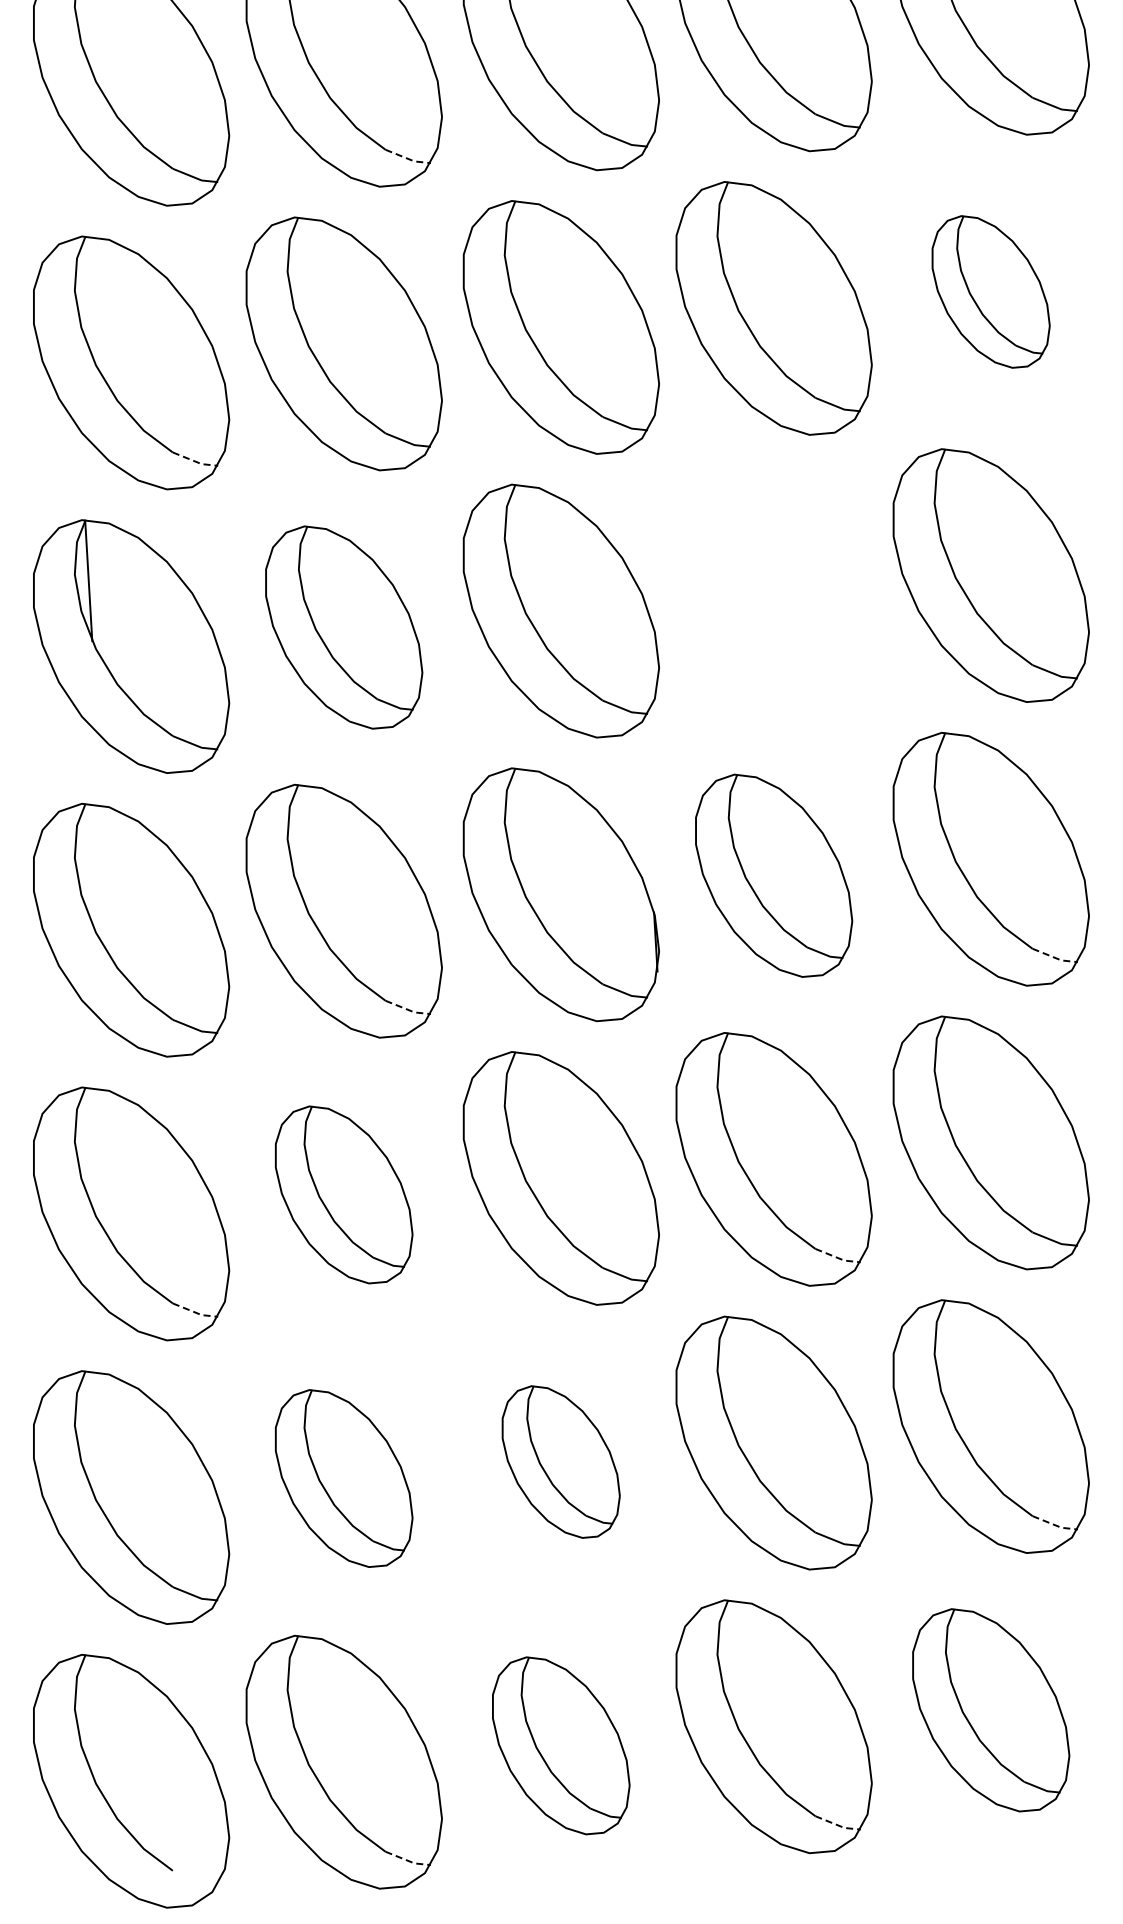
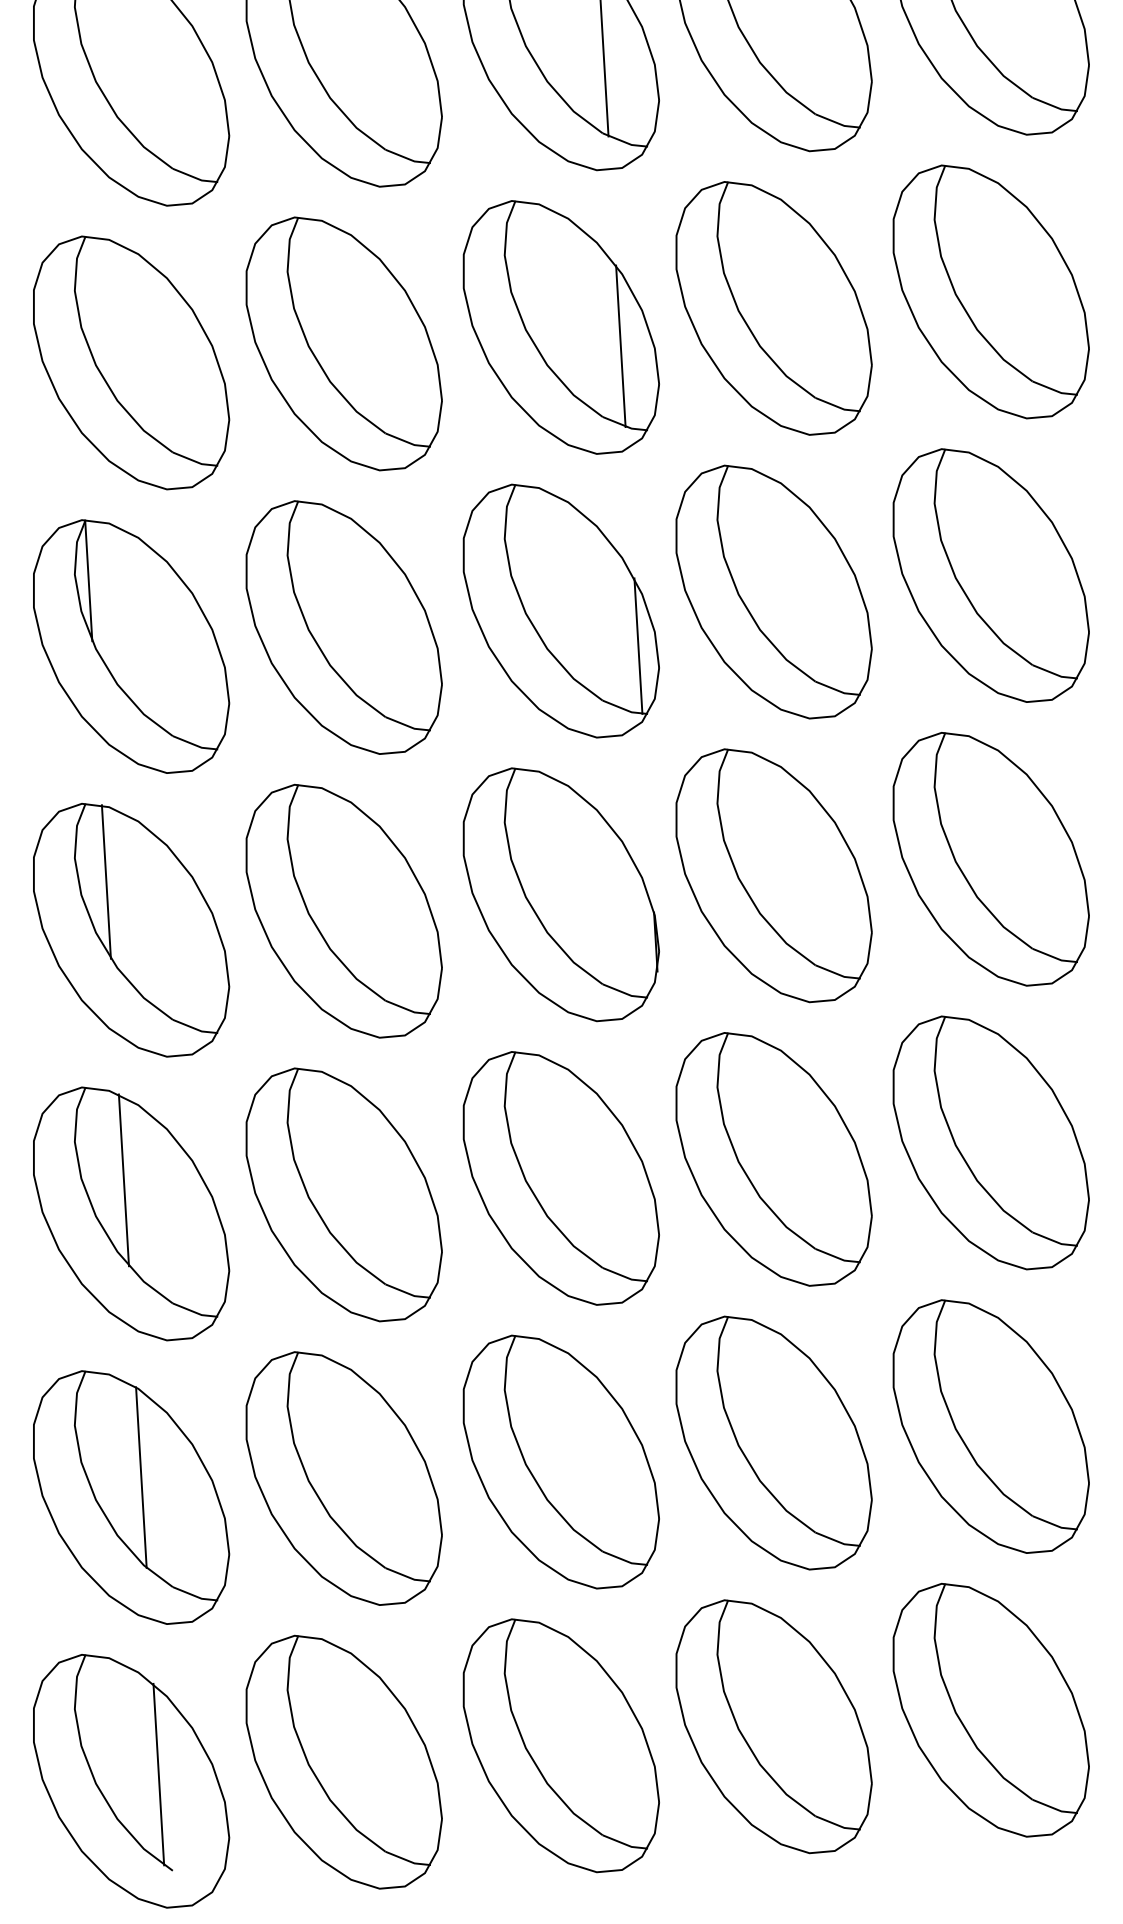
line at (604, 69): none -> present
line at (408, 158): dashed -> solid
part at (990, 291) size: 120x154 px -> 198x256 px
line at (620, 346): none -> present
line at (195, 461): dashed -> solid
part at (773, 591): none -> present
part at (344, 627) size: 159x205 px -> 198x255 px
line at (638, 645): none -> present
part at (774, 875) size: 159x205 px -> 198x256 px
line at (105, 881): none -> present
line at (1055, 957): dashed -> solid
line at (408, 1009): dashed -> solid
line at (123, 1180): none -> present
part at (344, 1194) size: 139x180 px -> 198x256 px
line at (838, 1258): dashed -> solid
line at (195, 1312): dashed -> solid
part at (560, 1461) size: 120x154 px -> 198x256 px
line at (141, 1477): none -> present
part at (344, 1478) size: 139x179 px -> 198x255 px
line at (1055, 1525): dashed -> solid
part at (991, 1710) size: 159x205 px -> 198x255 px
part at (561, 1745) size: 139x180 px -> 198x256 px
line at (158, 1774): none -> present
line at (838, 1825): dashed -> solid
line at (408, 1860): dashed -> solid
